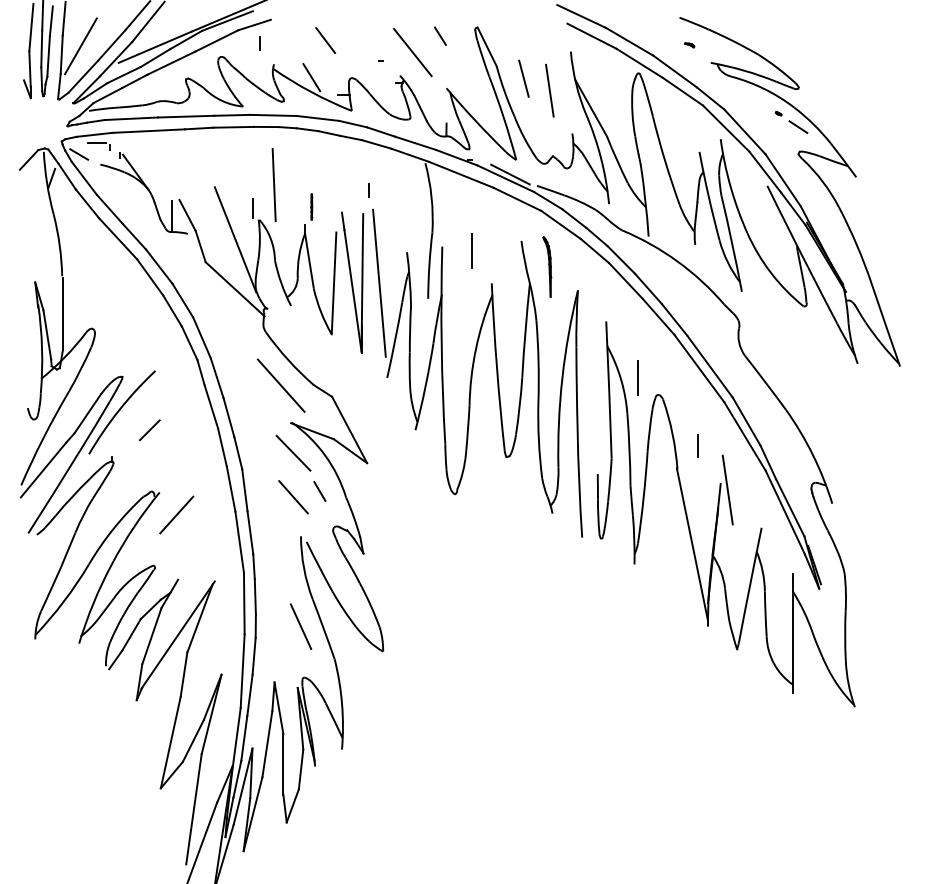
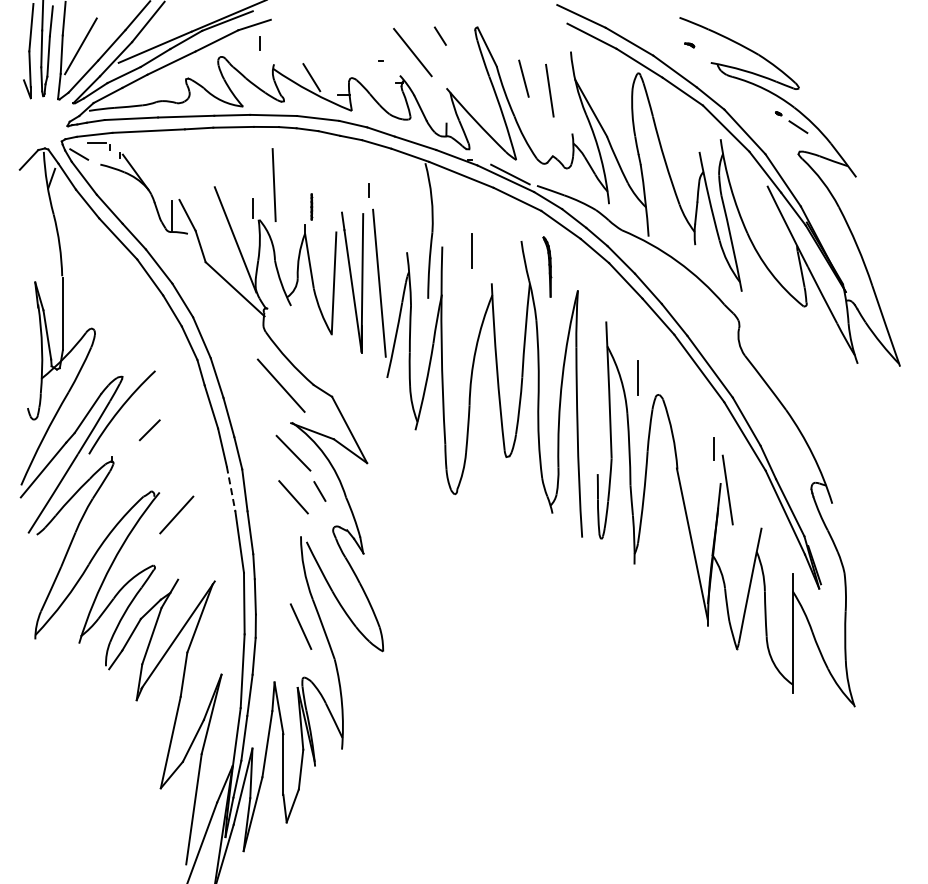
line at (325, 40): present -> none
line at (697, 445) position: (697, 445) -> (713, 448)
line at (231, 489): solid -> dashed
